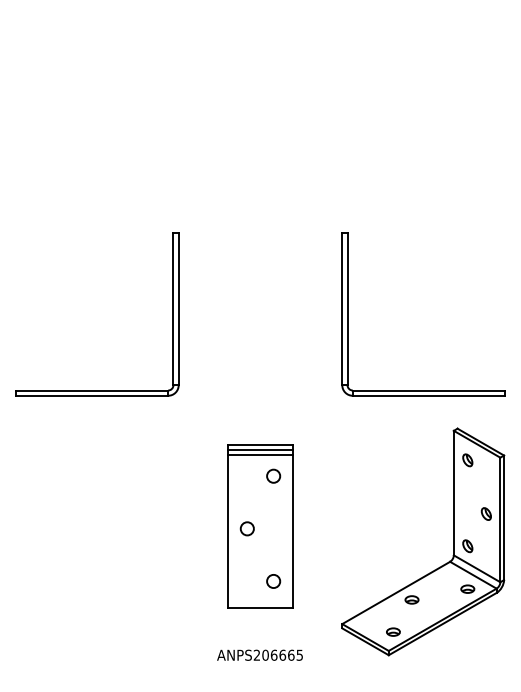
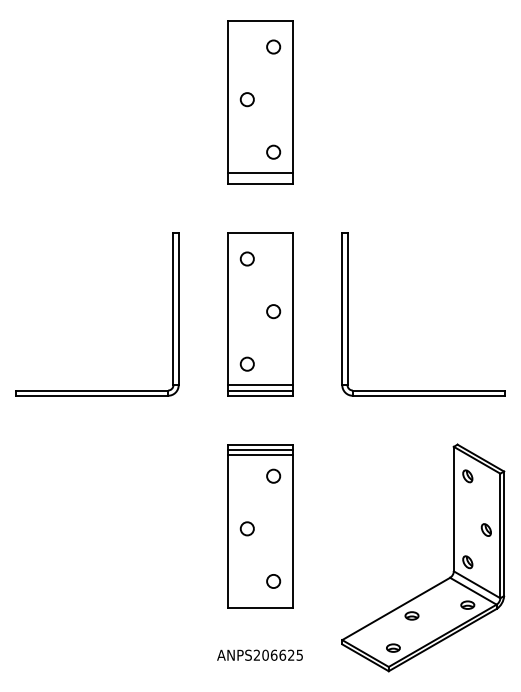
part at (260, 102): none -> present
part at (260, 314): none -> present
part at (439, 566) position: (439, 566) -> (439, 582)
text at (291, 654): ANPS206665 -> ANPS206625
